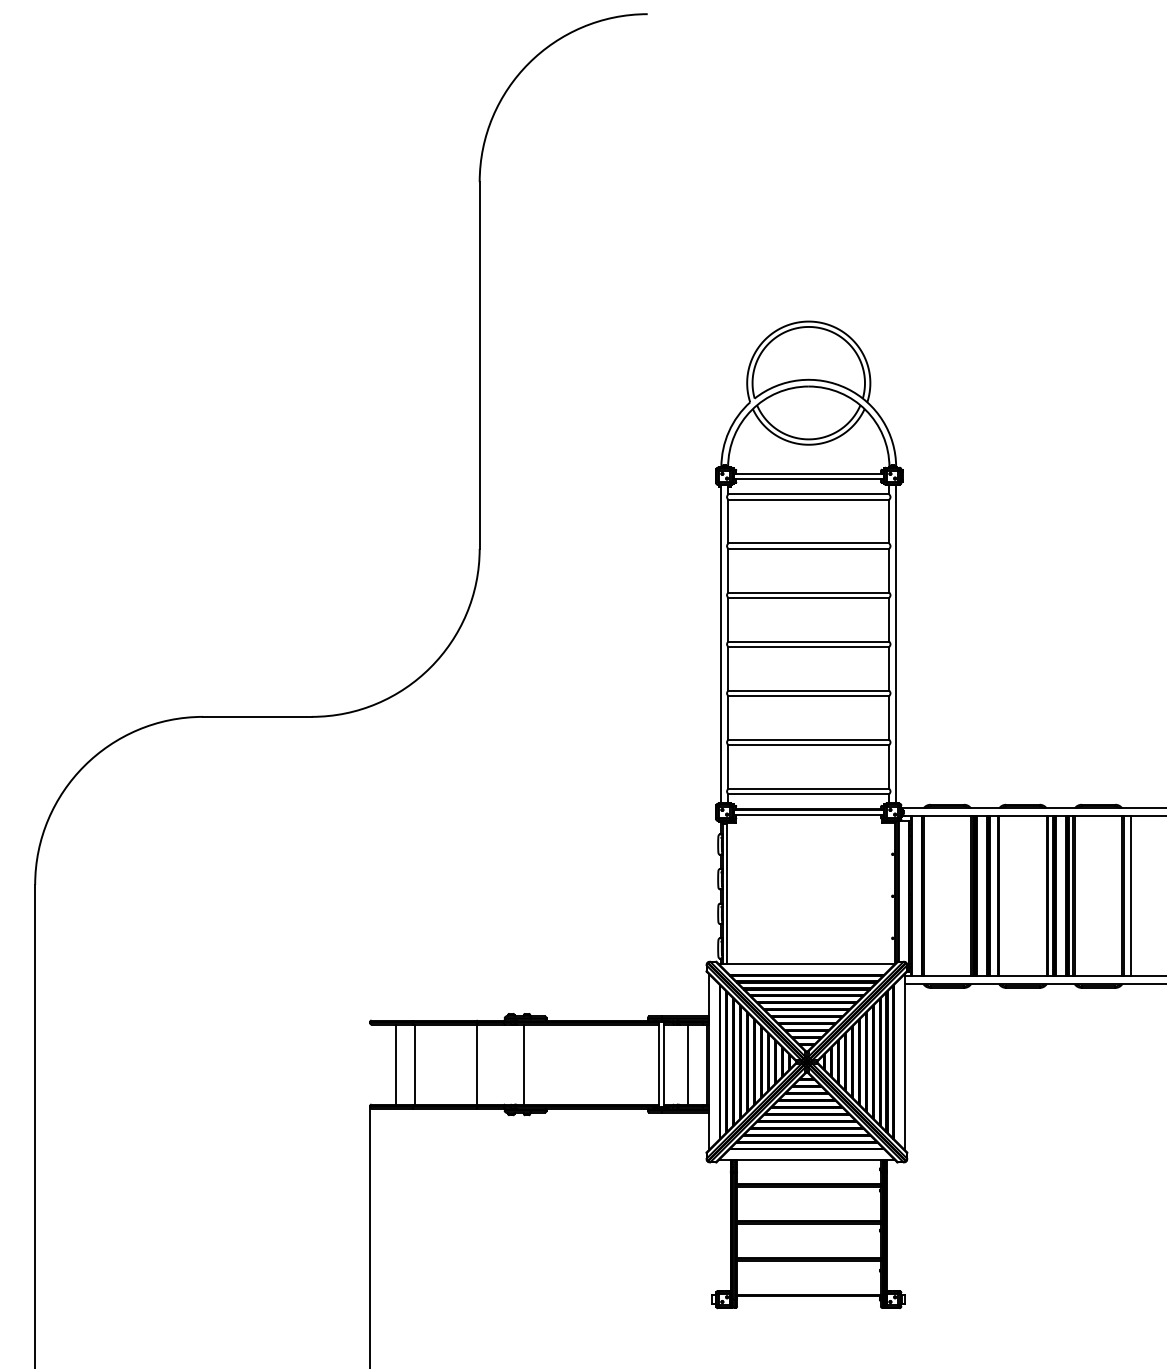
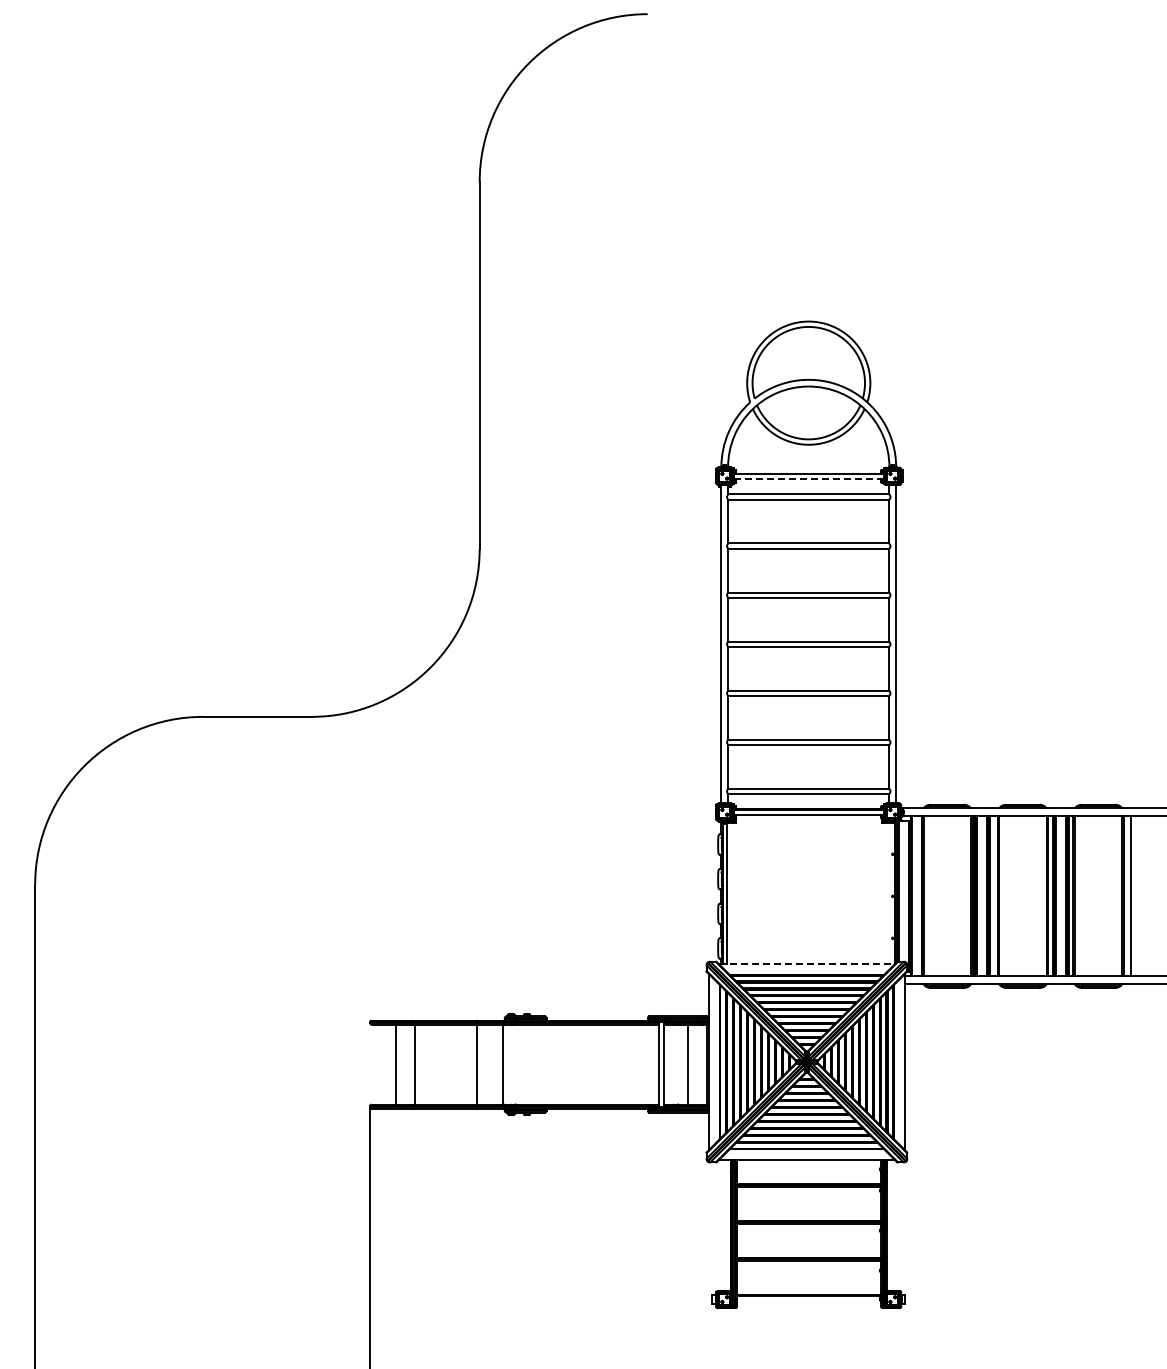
line at (808, 478): solid -> dashed
line at (806, 964): solid -> dashed
line at (523, 1064) position: (523, 1064) -> (502, 1064)
